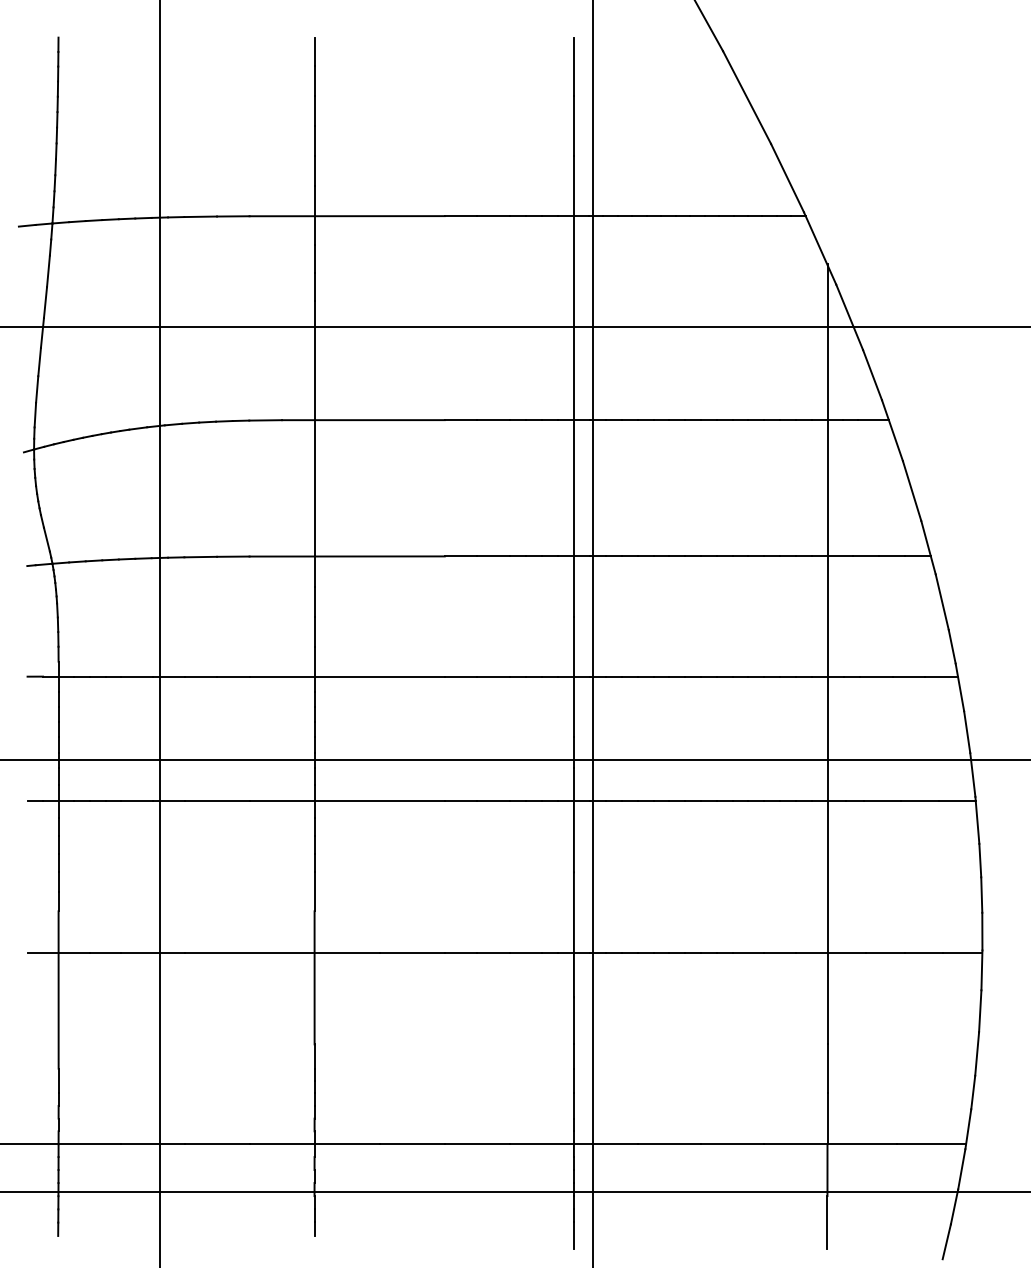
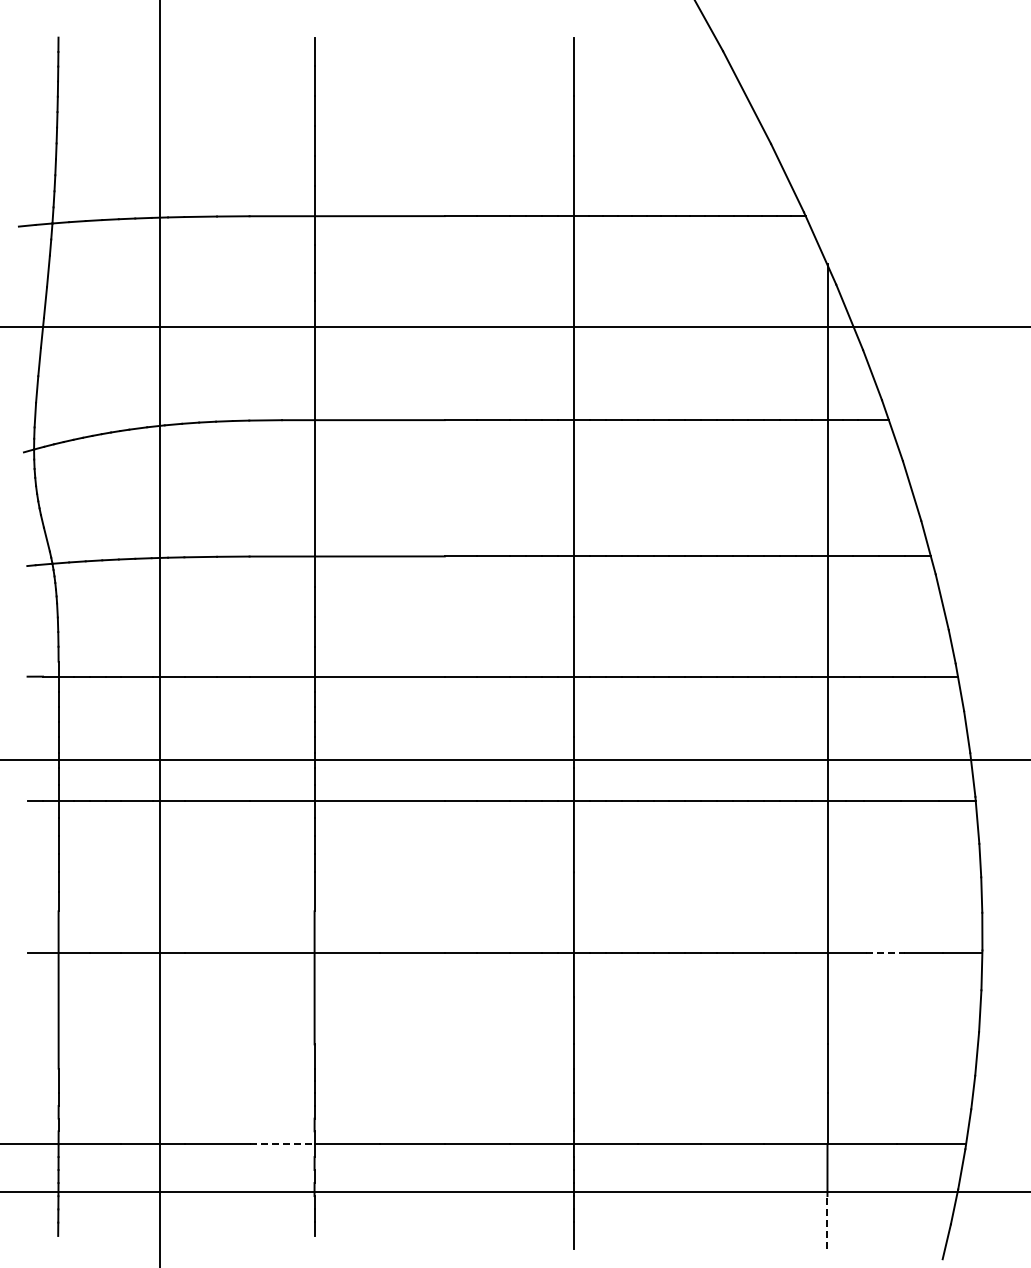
line at (592, 633): present -> none
line at (885, 952): solid -> dashed
line at (282, 1144): solid -> dashed
line at (827, 1221): solid -> dashed
